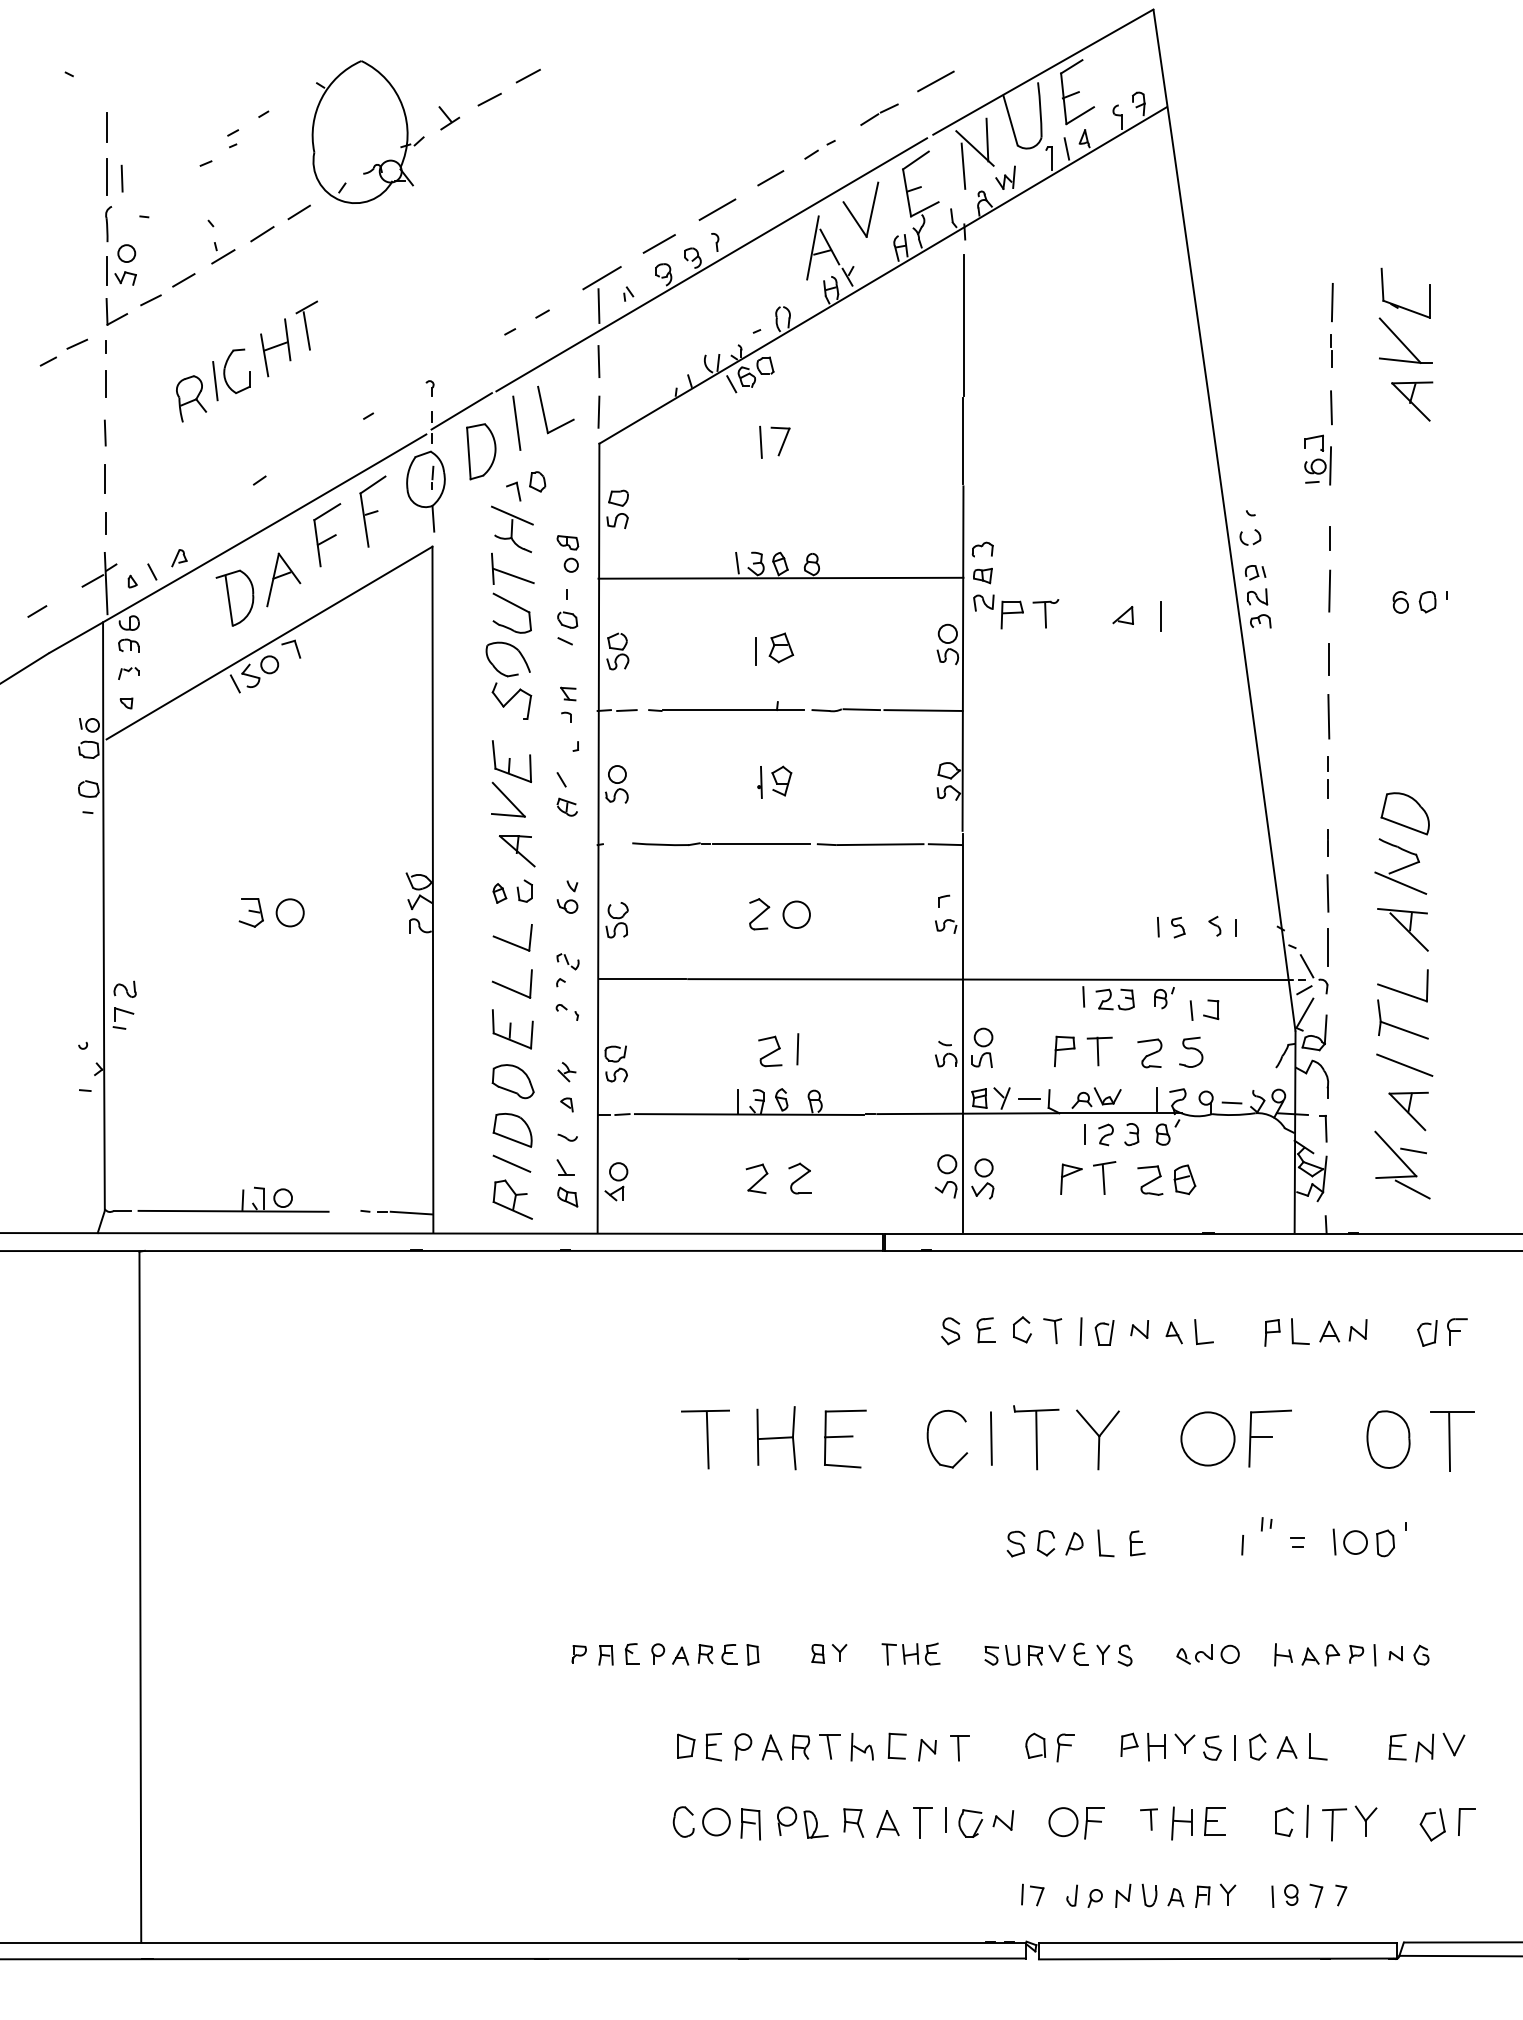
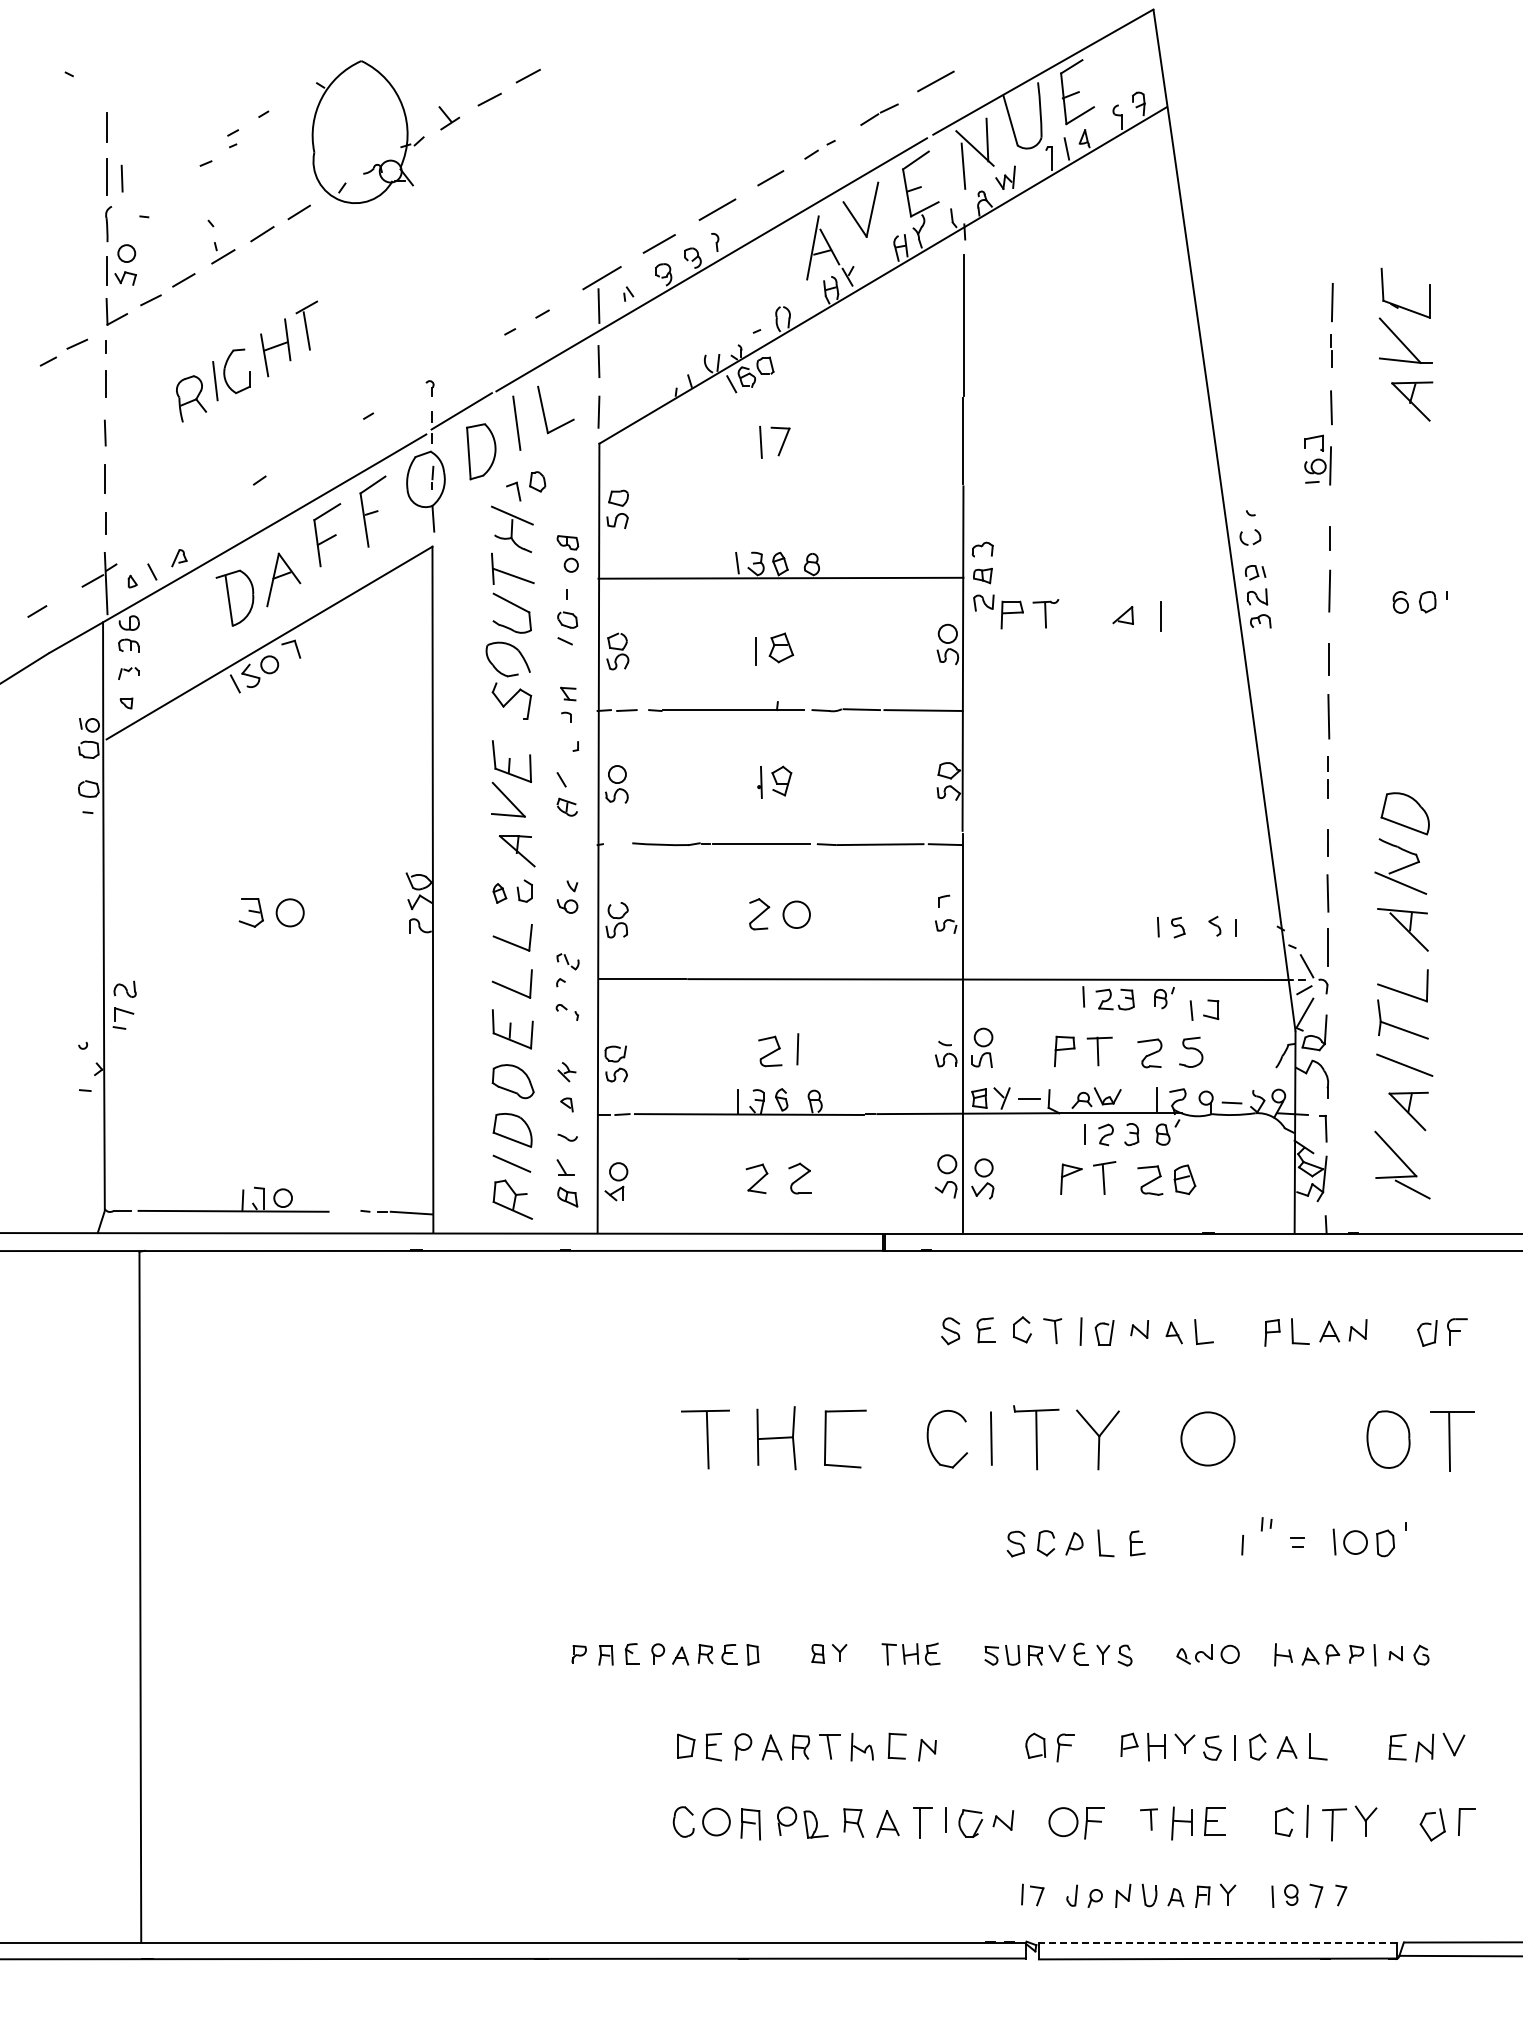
line at (1413, 1150): present -> none
line at (838, 1436): present -> none
part at (1269, 1438): present -> none
part at (959, 1748): present -> none
line at (1217, 1942): solid -> dashed
